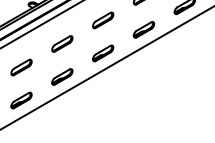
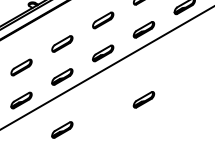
line at (41, 24): present -> none
part at (143, 99): none -> present
part at (62, 129): none -> present
